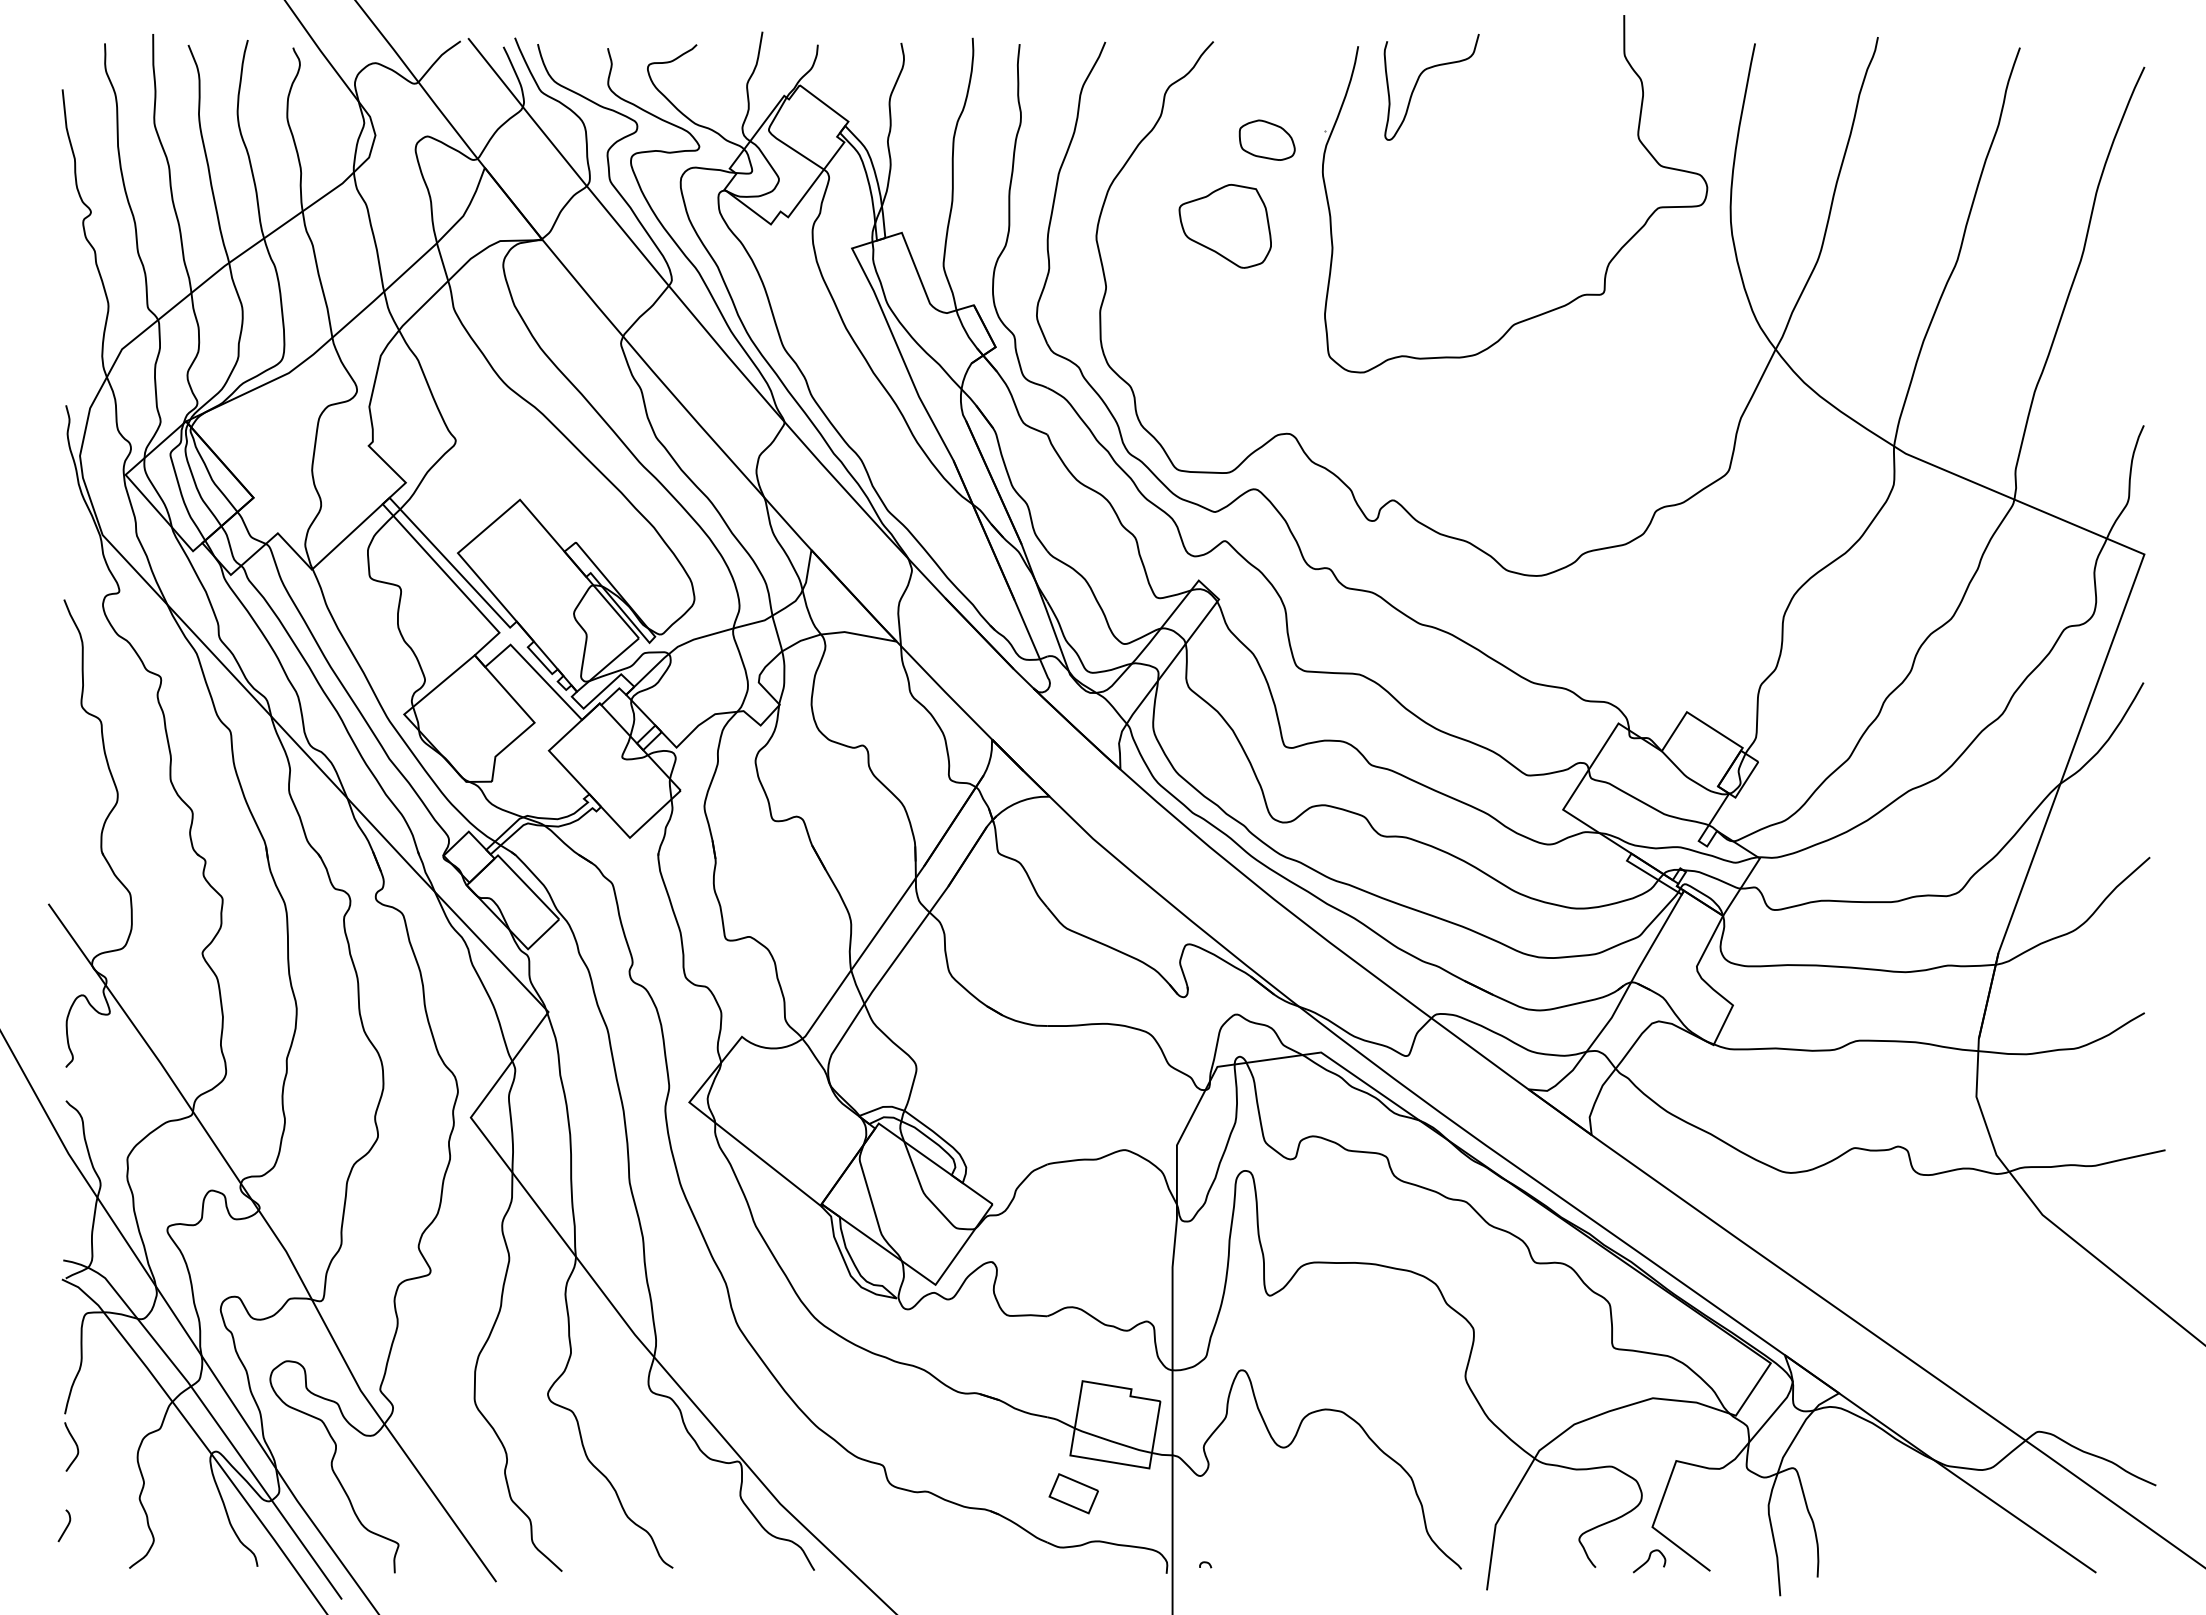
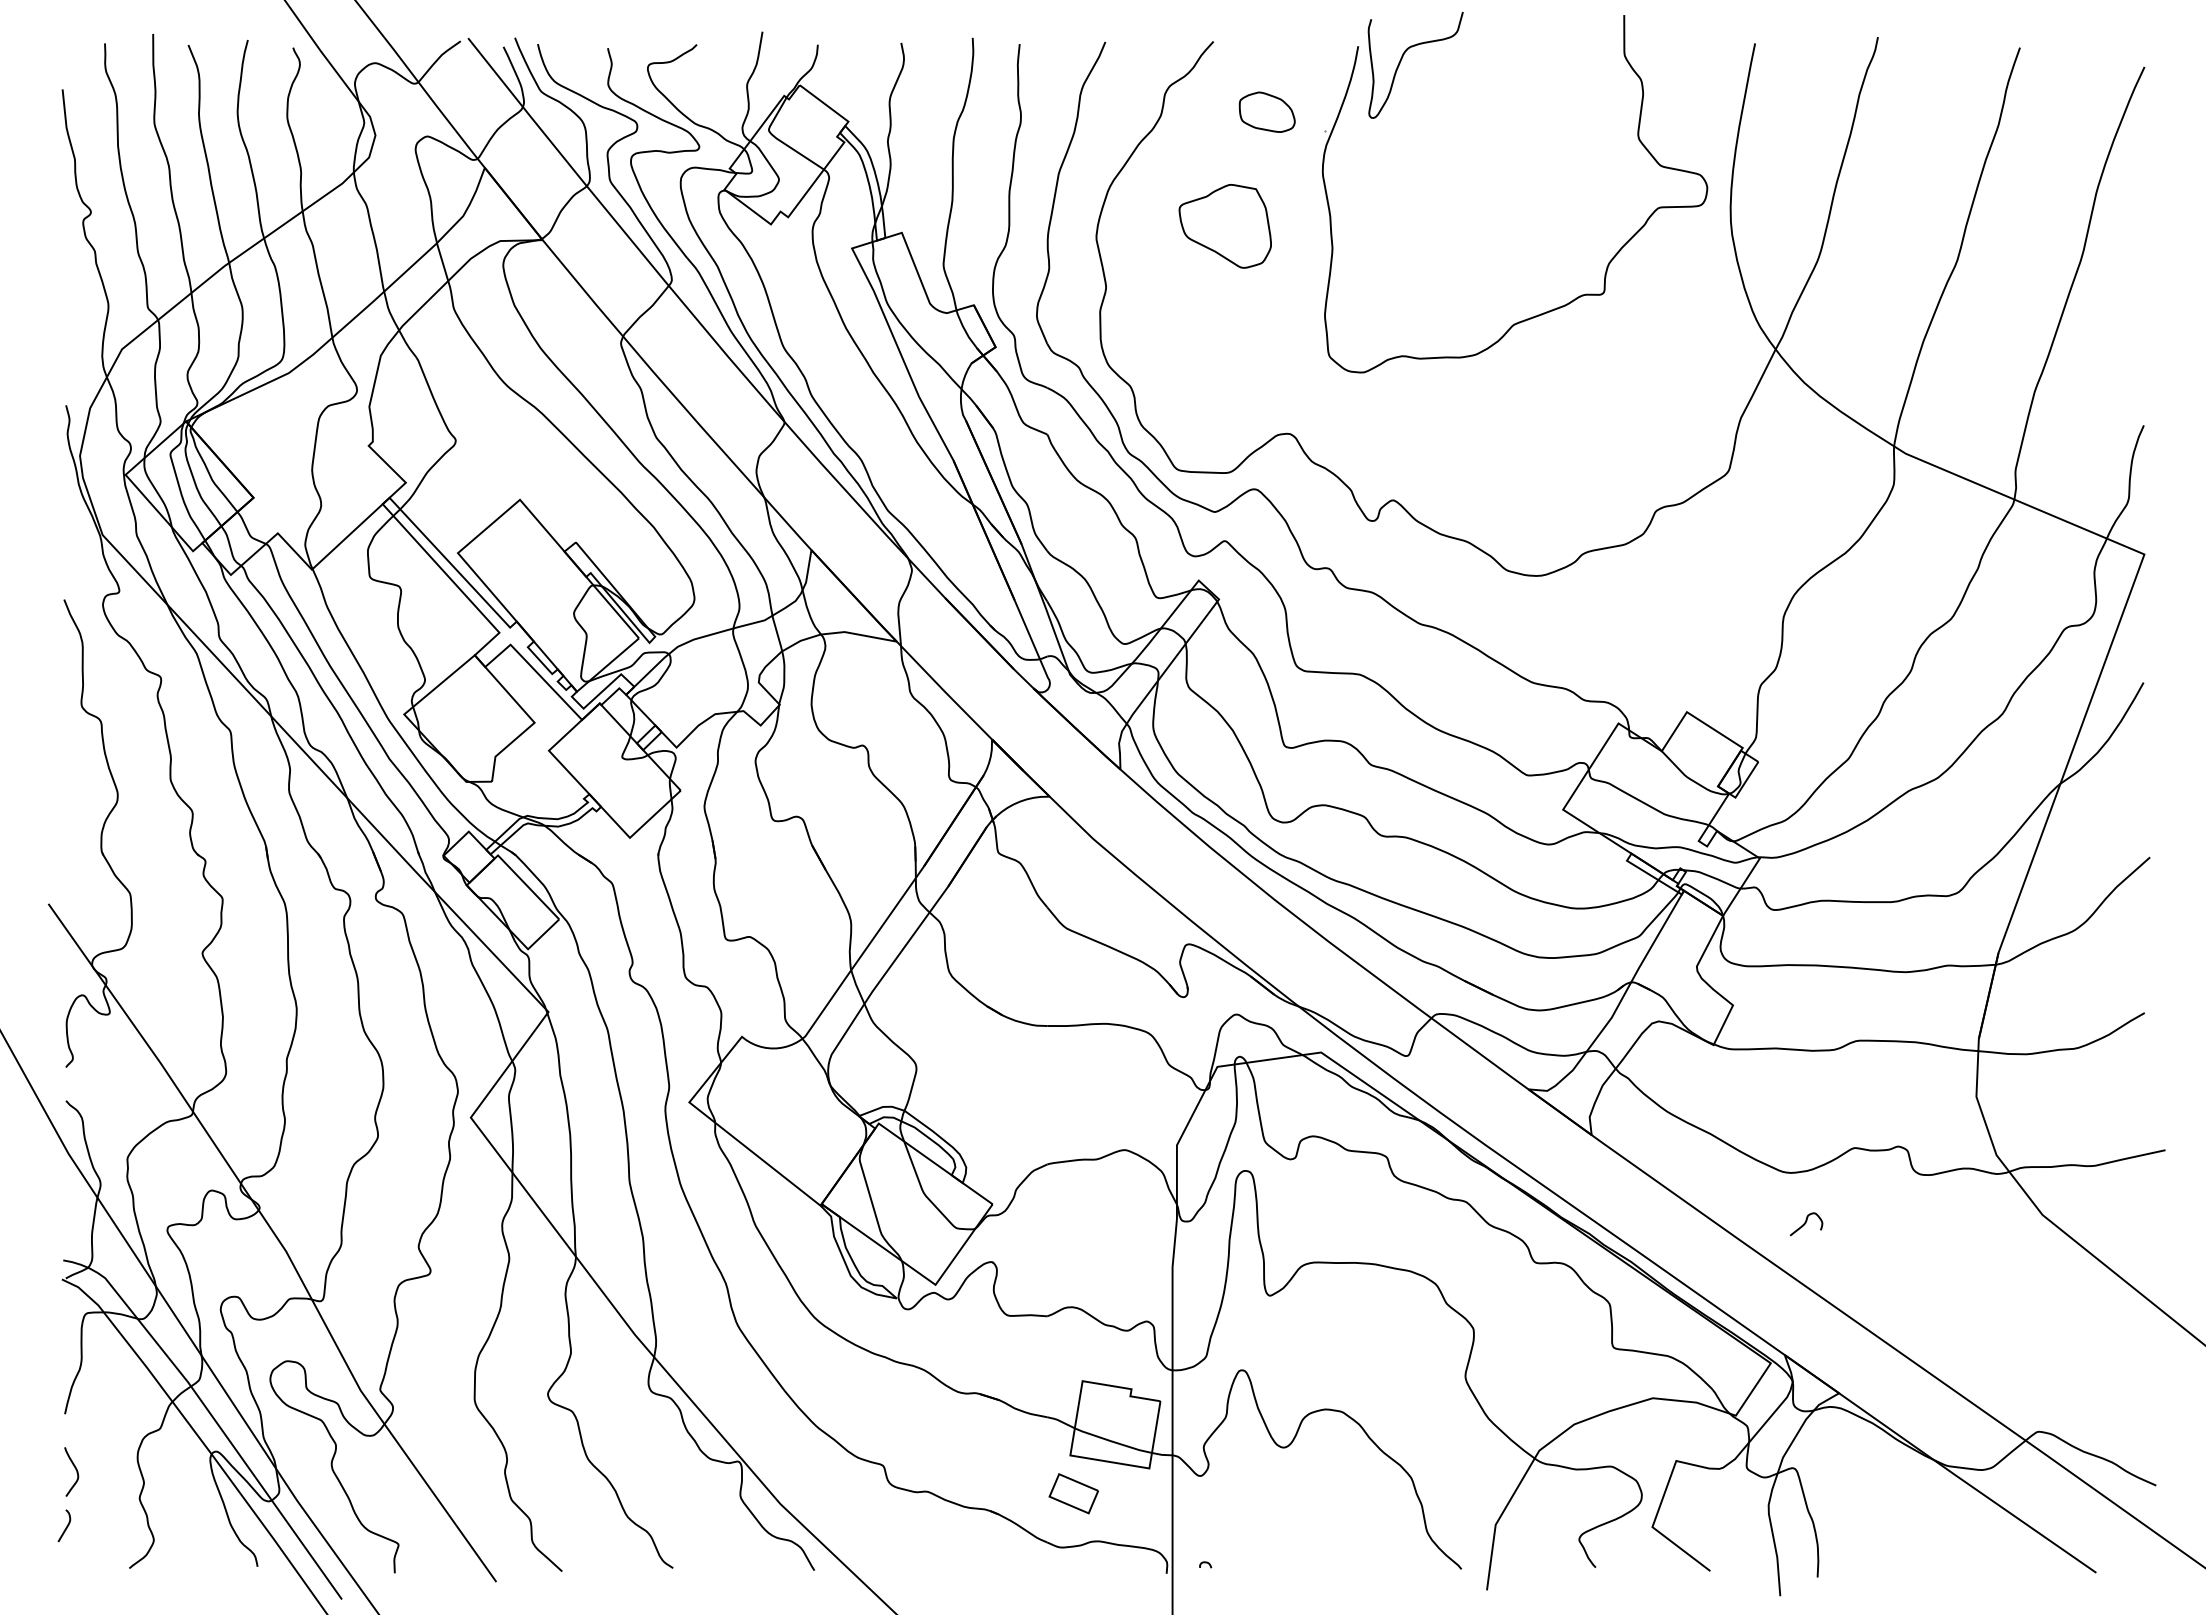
curve at (1418, 81) position: (1418, 81) -> (1402, 59)
part at (1266, 139) position: (1266, 139) -> (1266, 111)
curve at (75, 1444) position: (75, 1444) -> (75, 1469)
curve at (1649, 1560) position: (1649, 1560) -> (1806, 1223)
